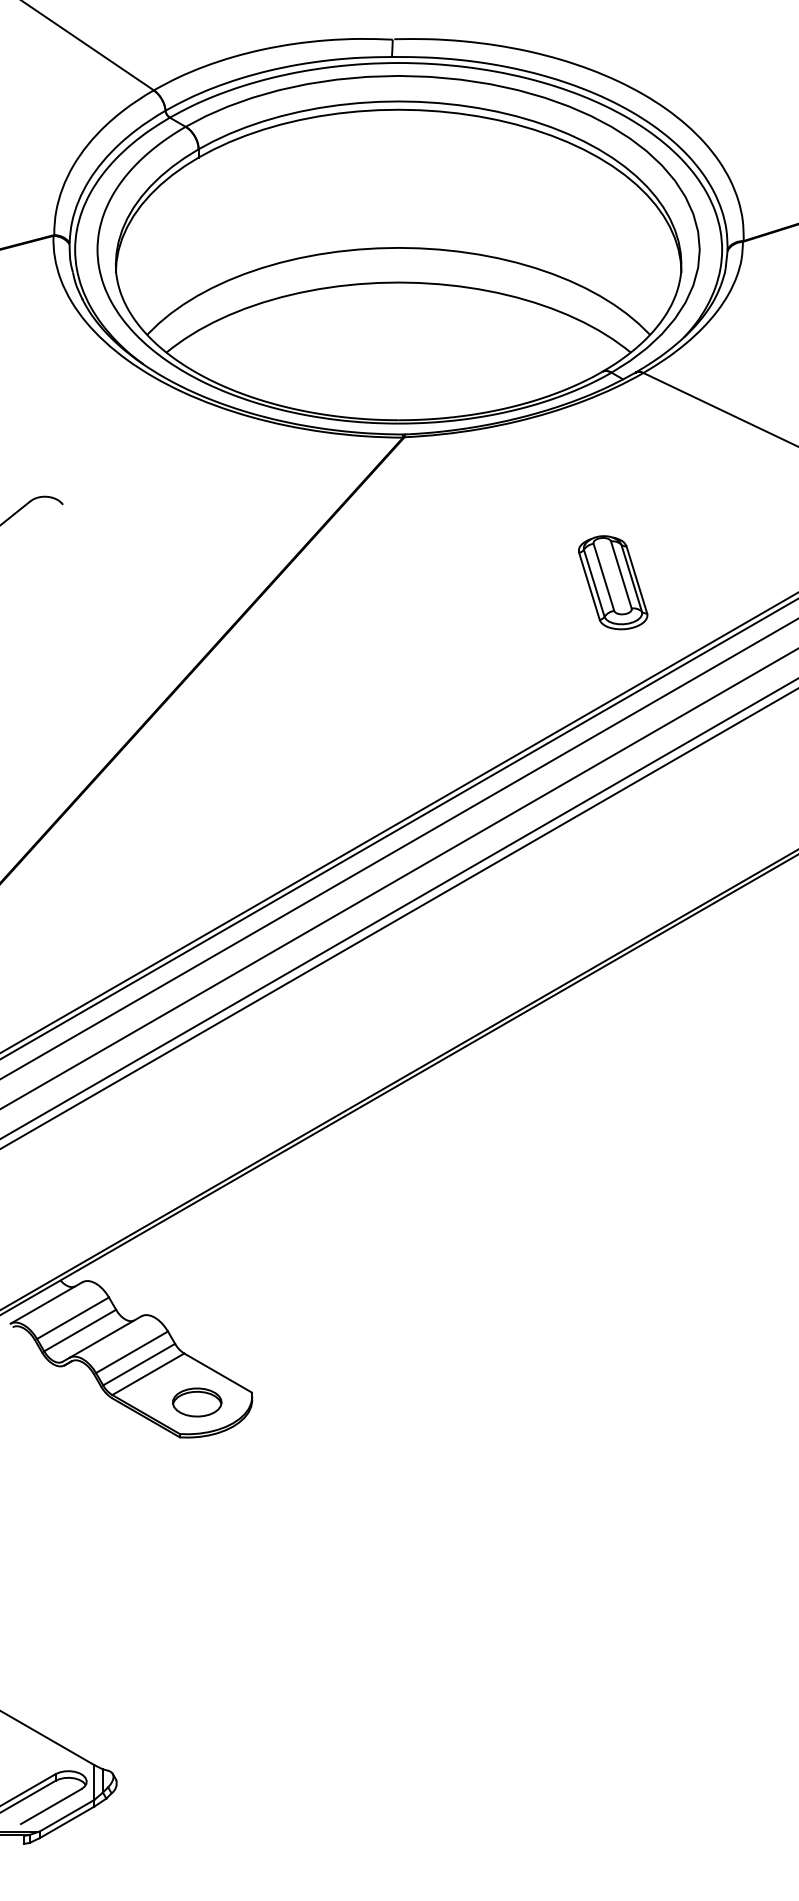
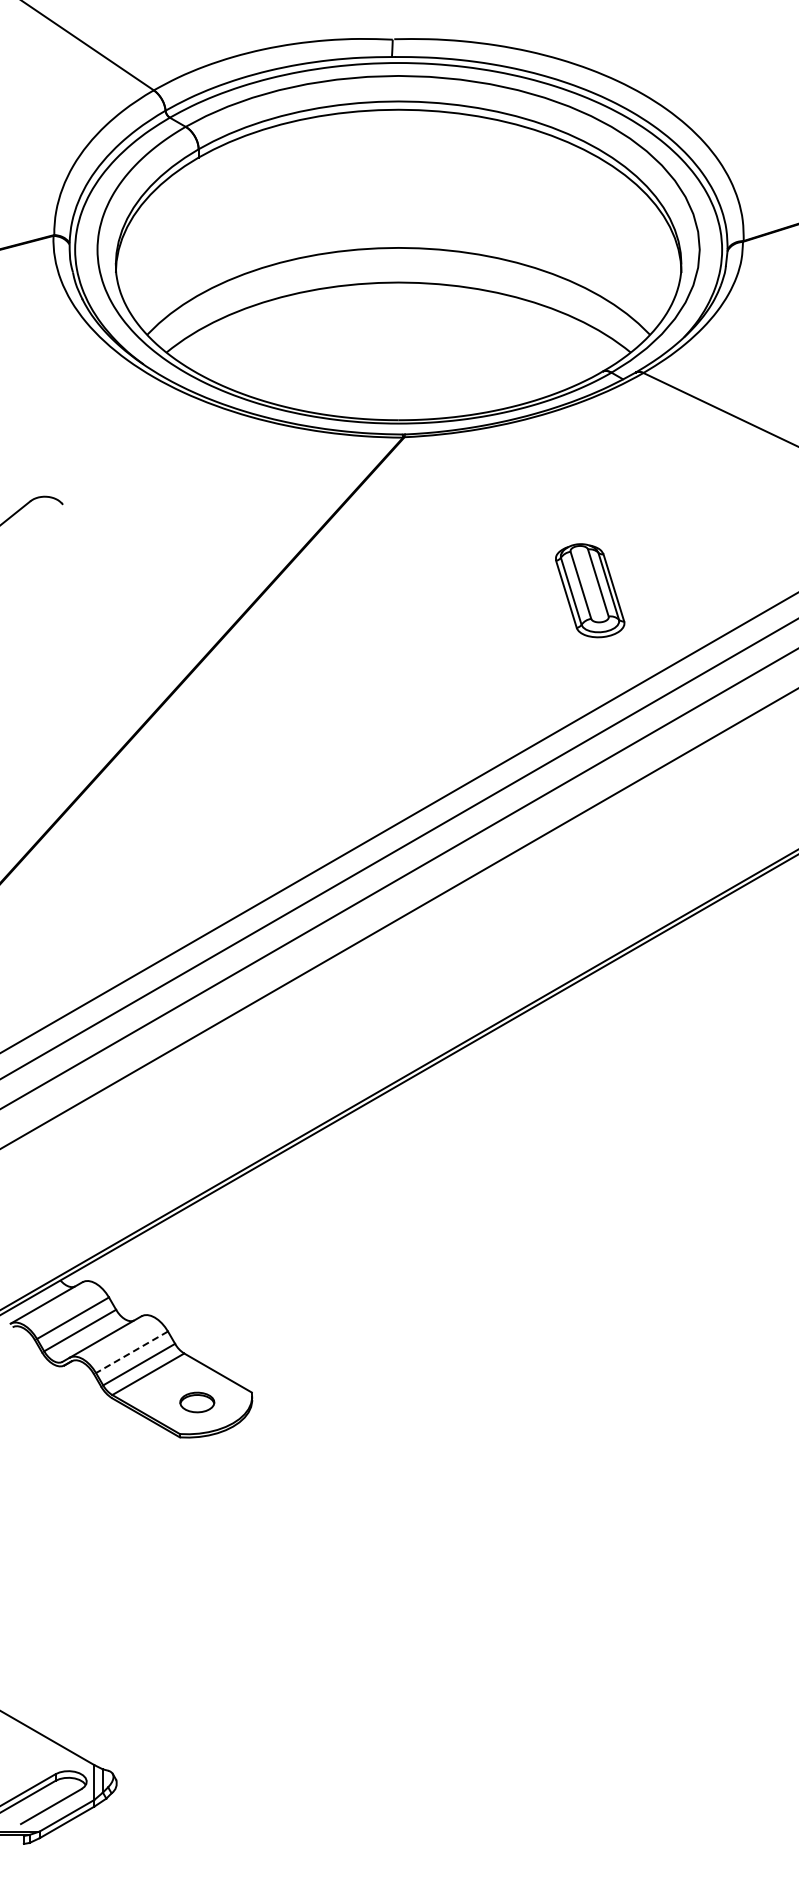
part at (613, 582) position: (613, 582) -> (590, 590)
line at (398, 829): present -> none
line at (398, 908): present -> none
line at (132, 1352): solid -> dashed
part at (197, 1402) size: 51x31 px -> 37x23 px
